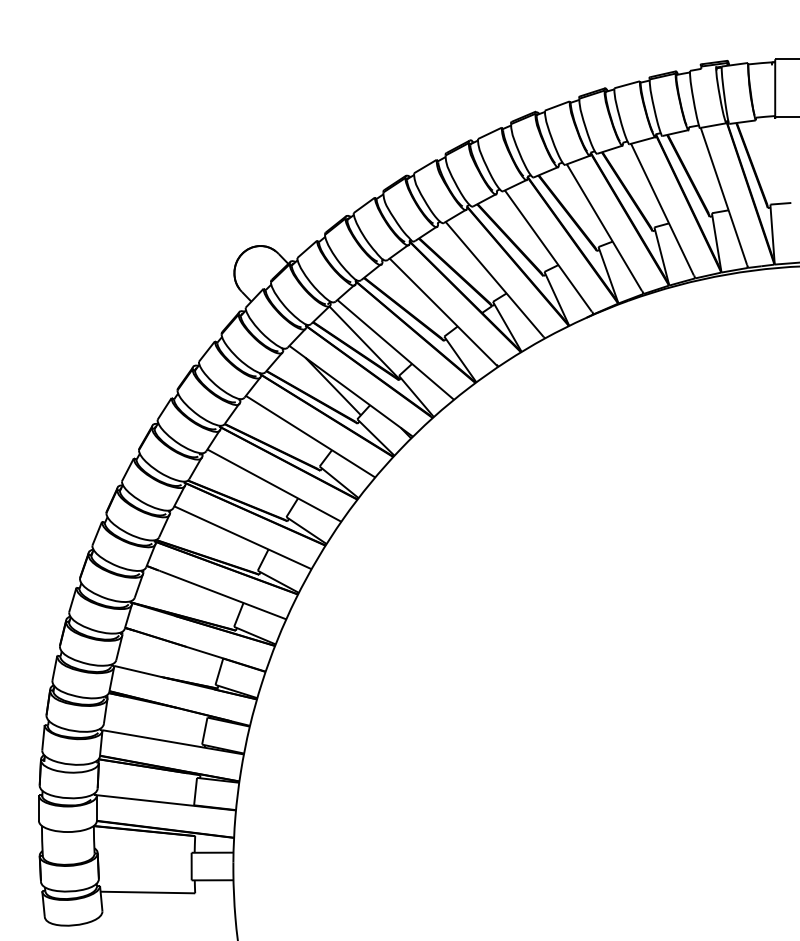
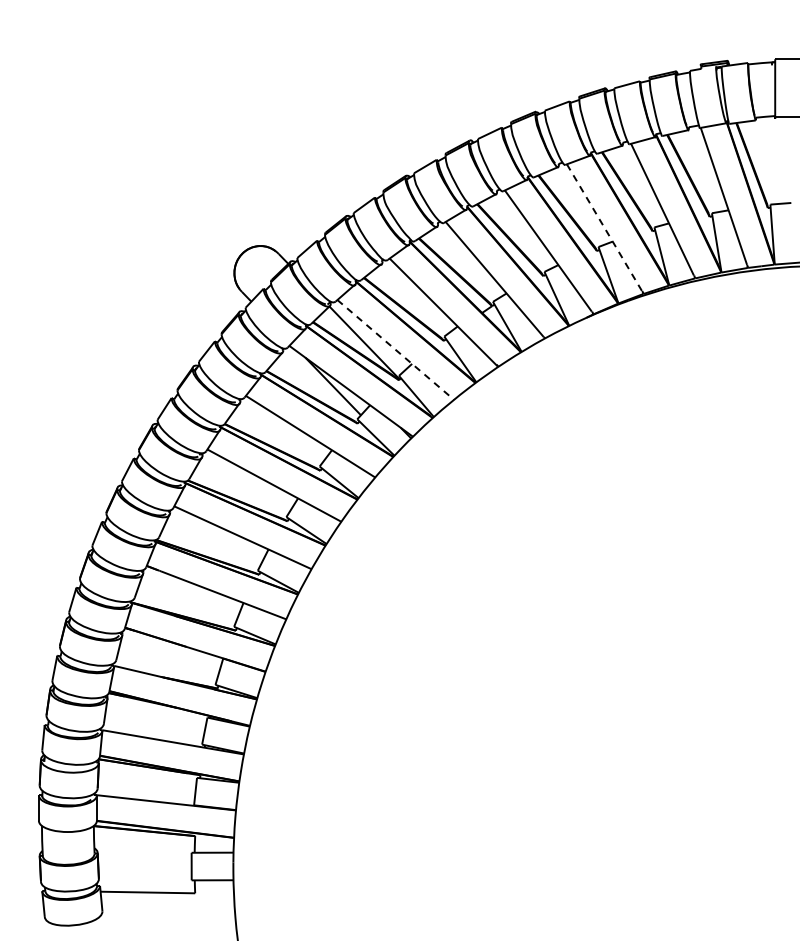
line at (604, 227): solid -> dashed
line at (395, 349): solid -> dashed
